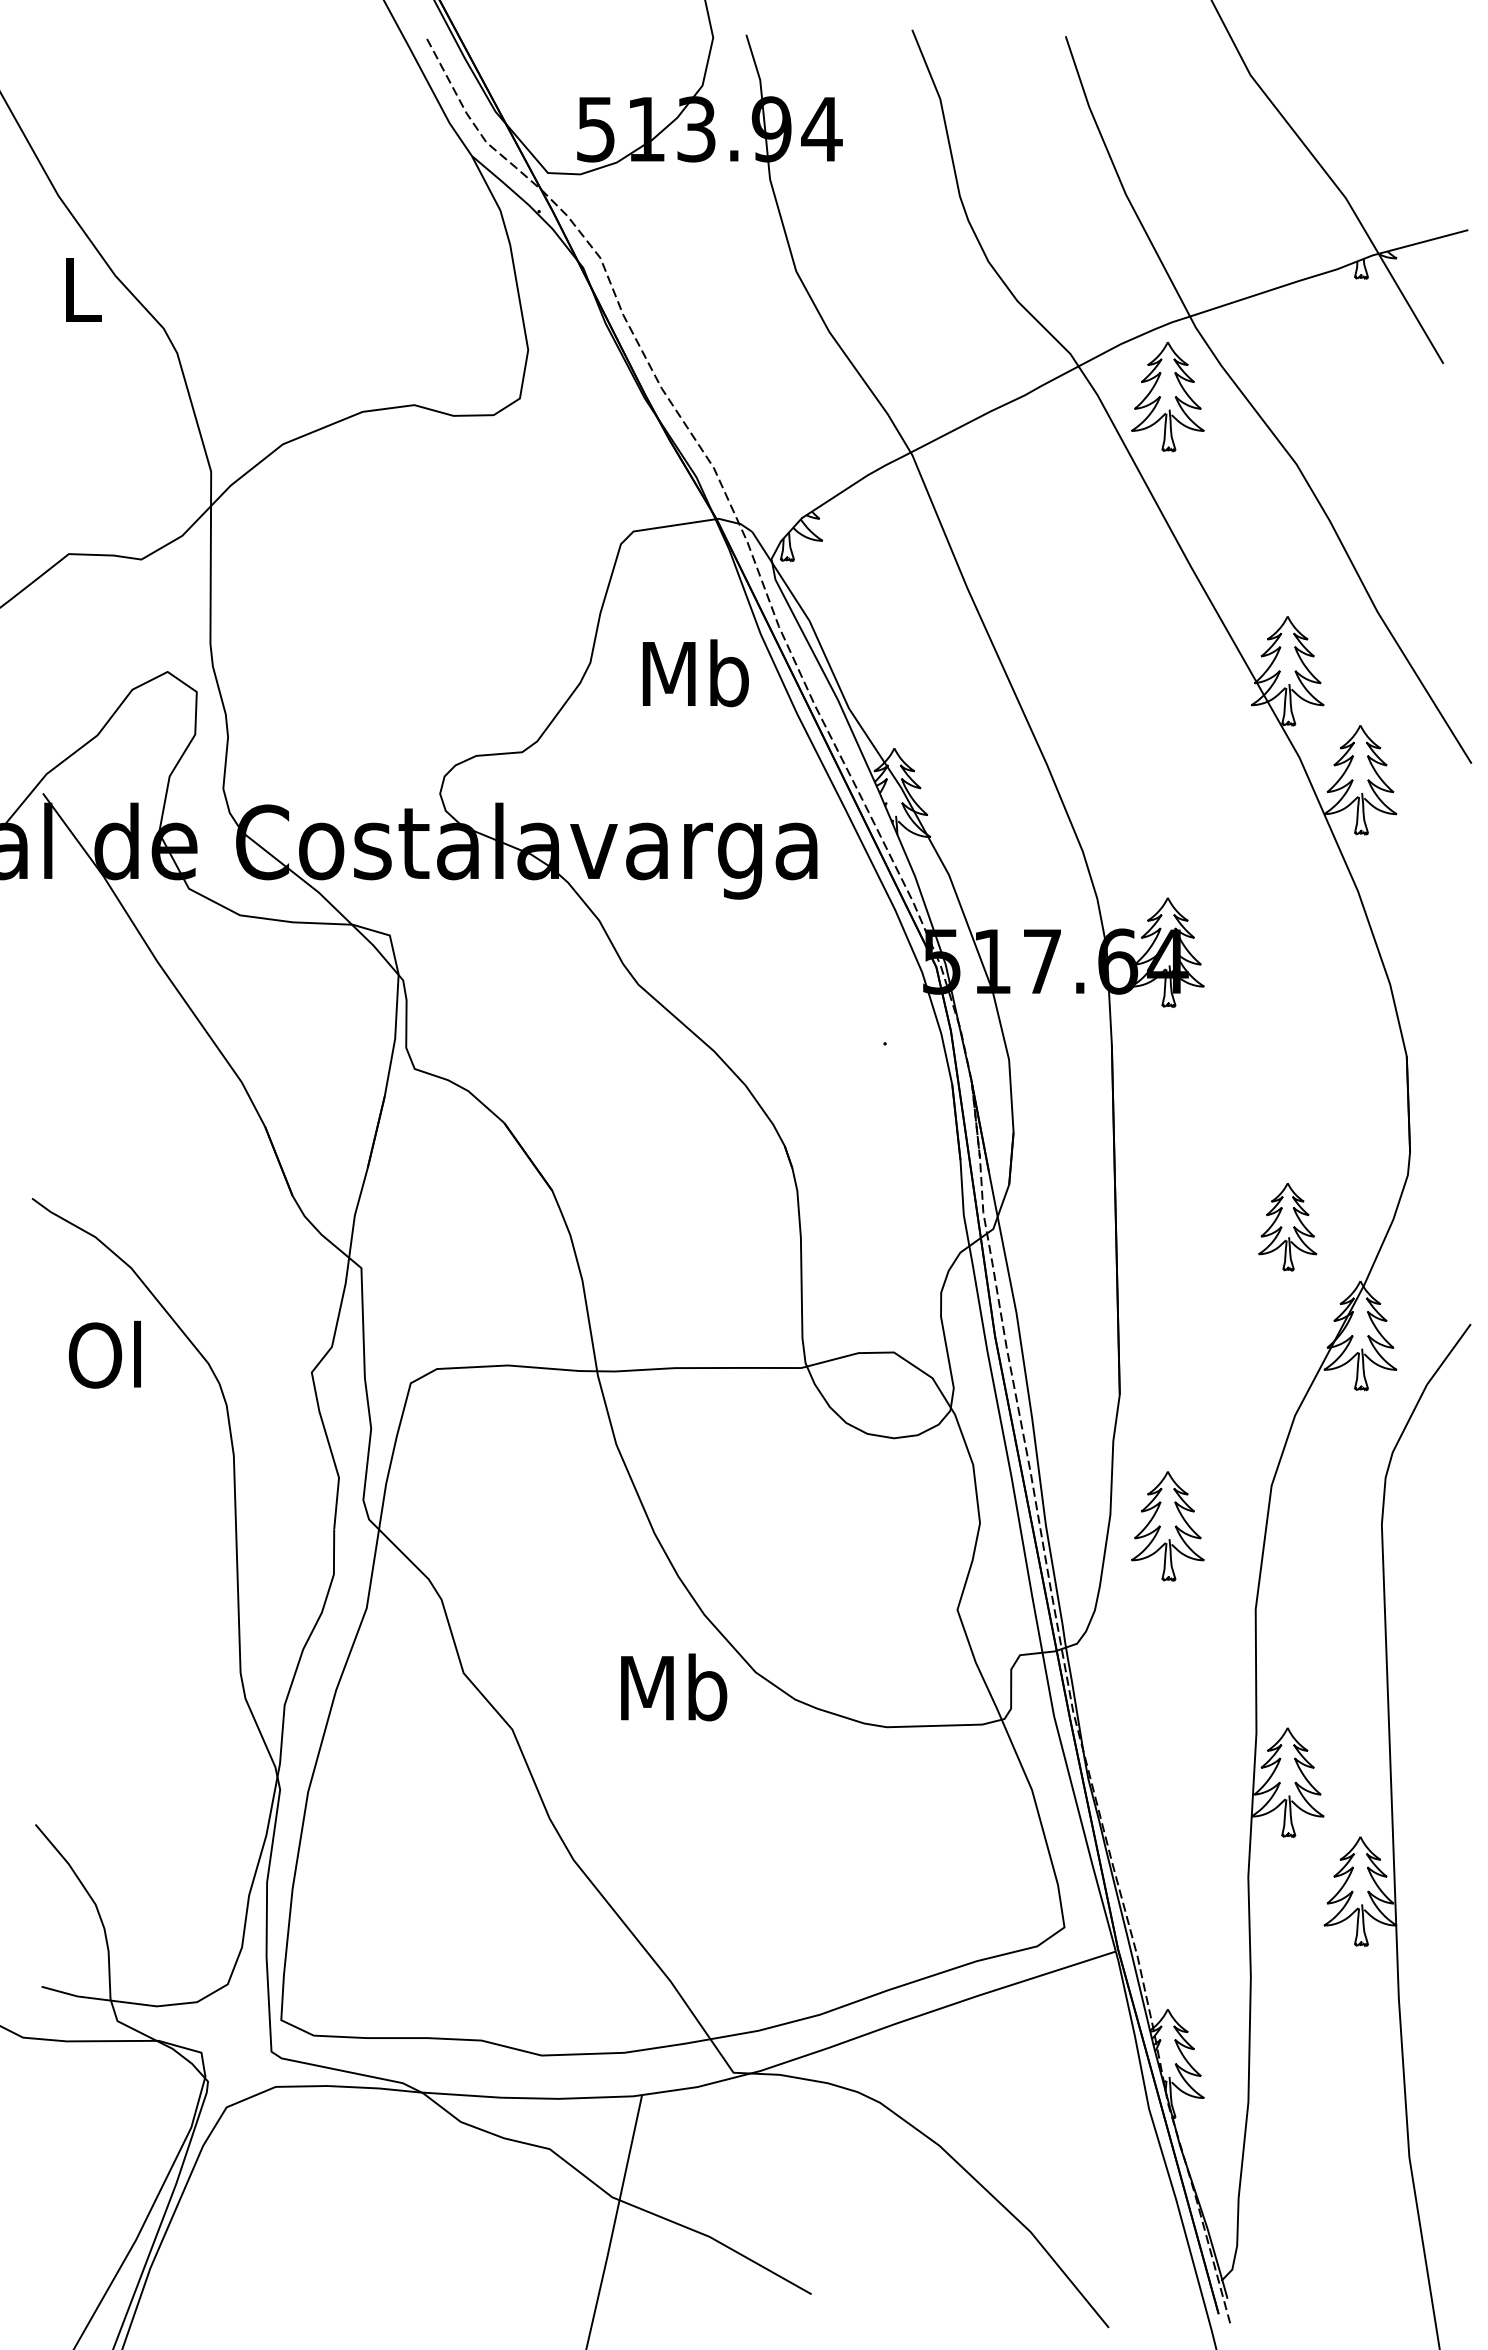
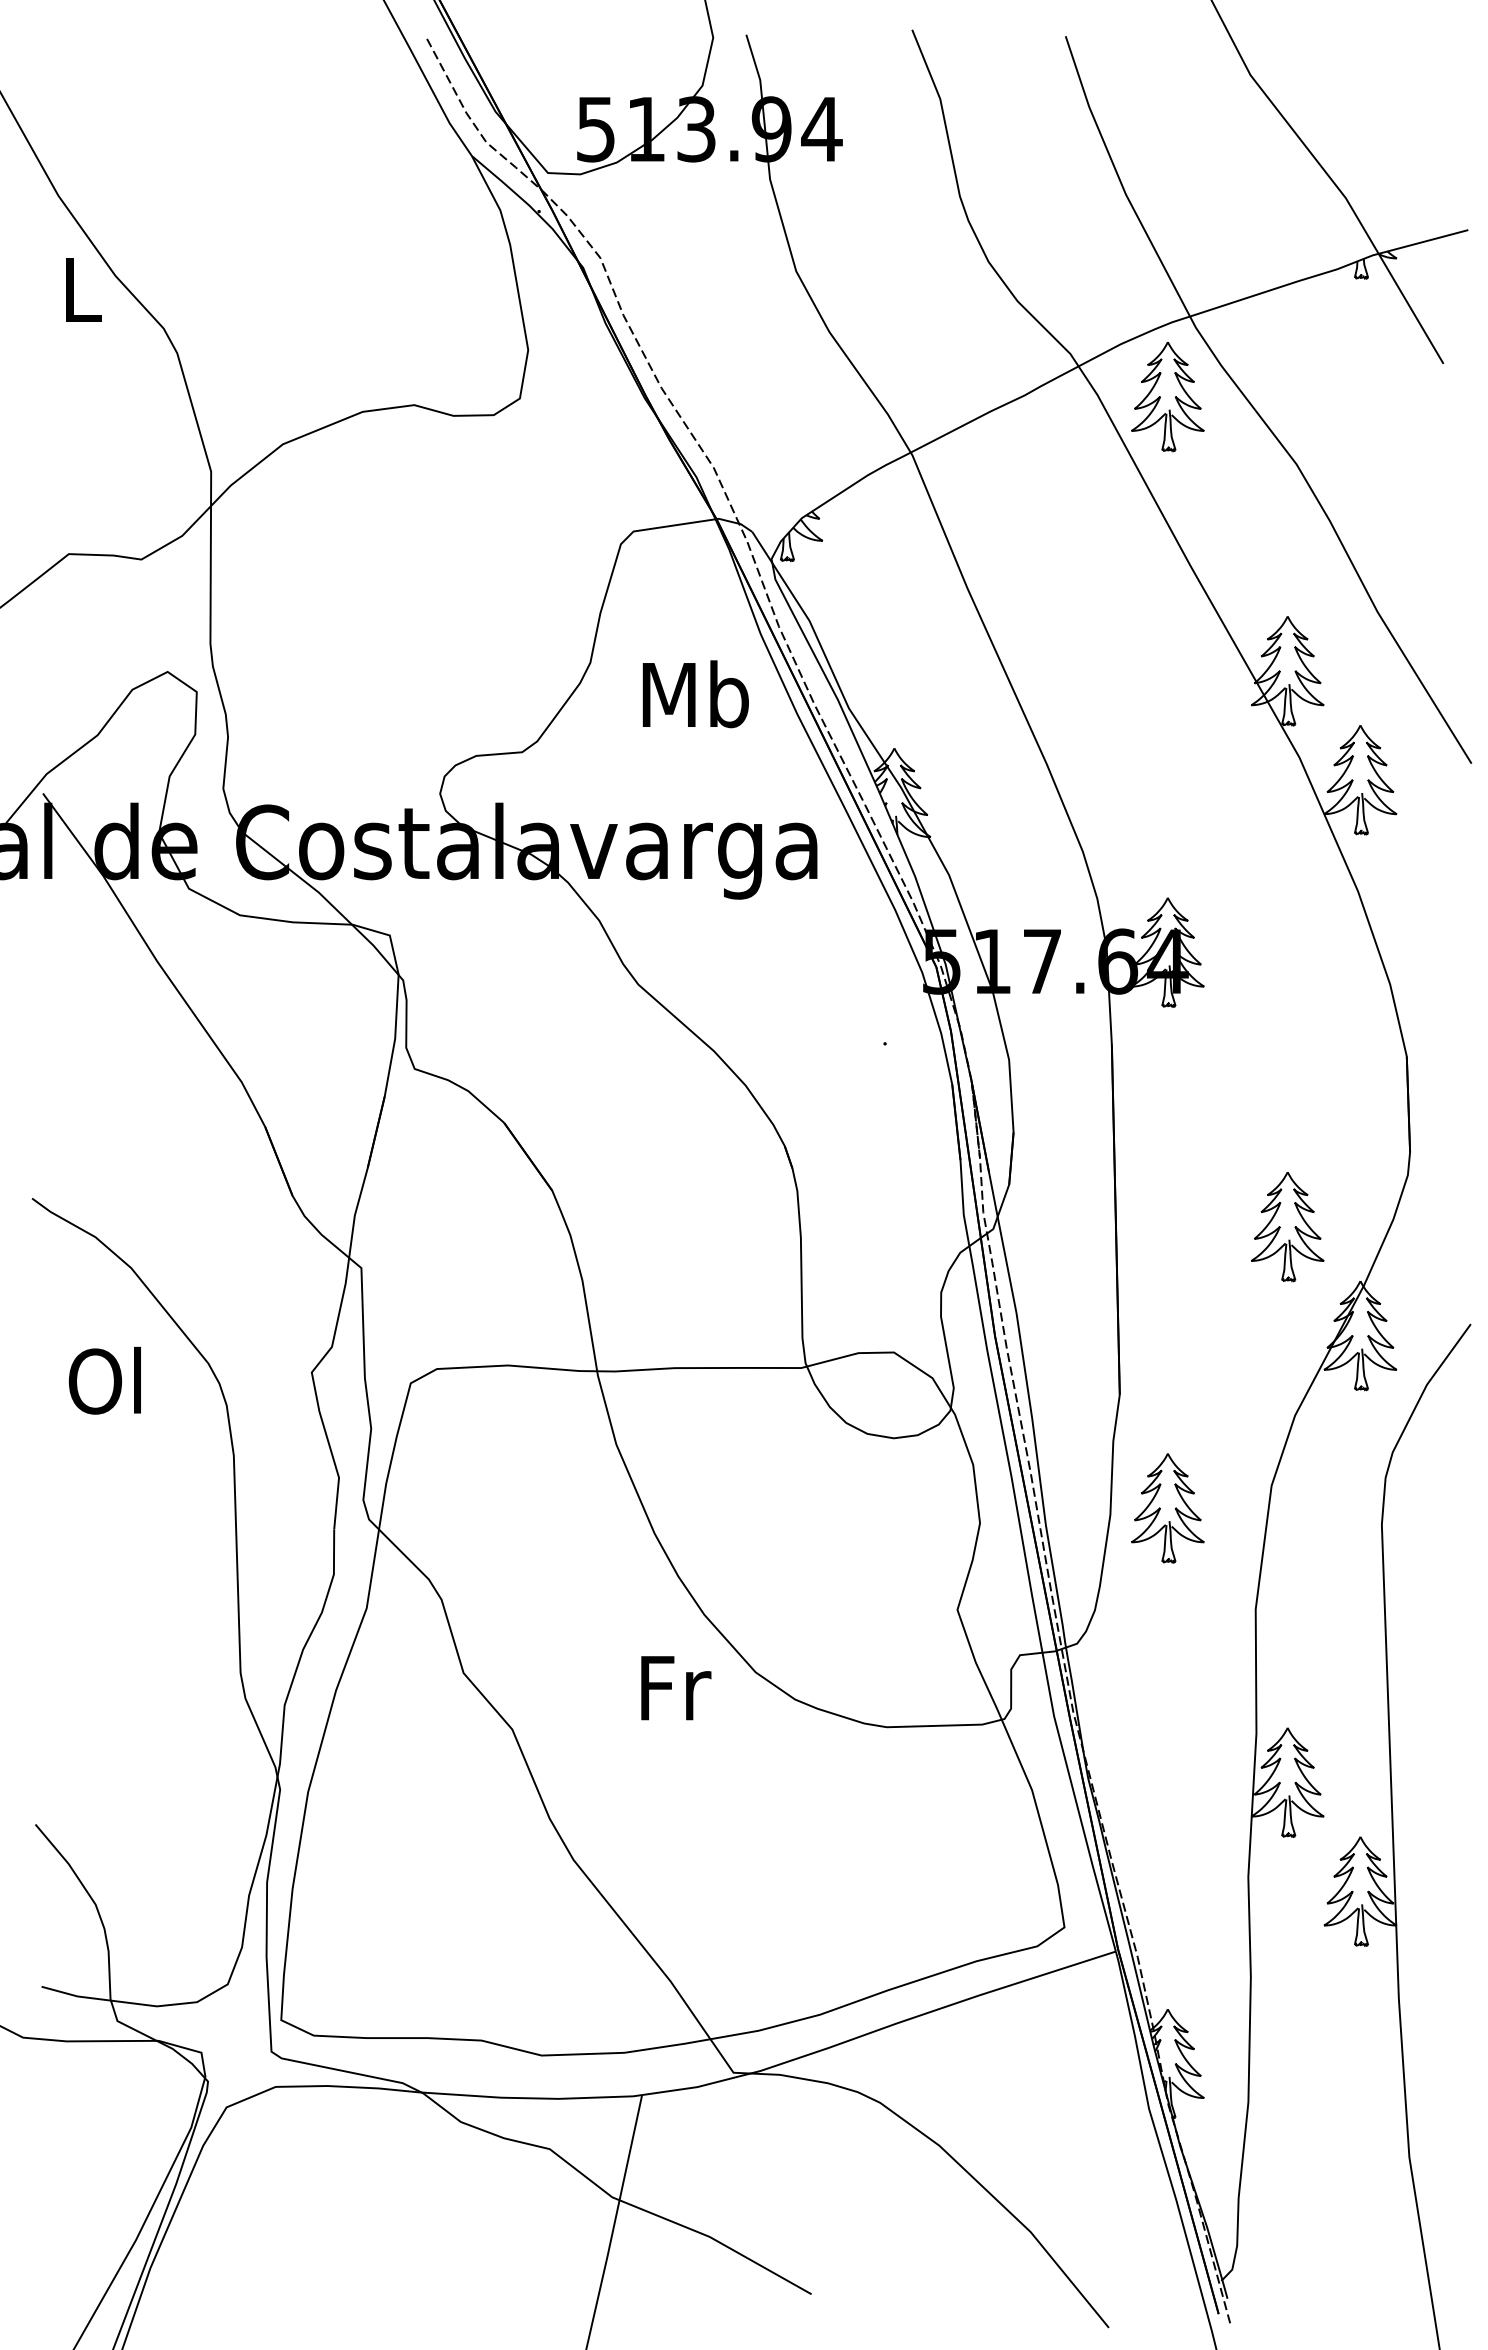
text at (695, 673) position: (695, 673) -> (695, 694)
part at (1287, 1227) size: 60x89 px -> 74x111 px
text at (104, 1354) position: (104, 1354) -> (104, 1380)
part at (1167, 1526) position: (1167, 1526) -> (1167, 1508)
text at (674, 1687): Mb -> Fr
